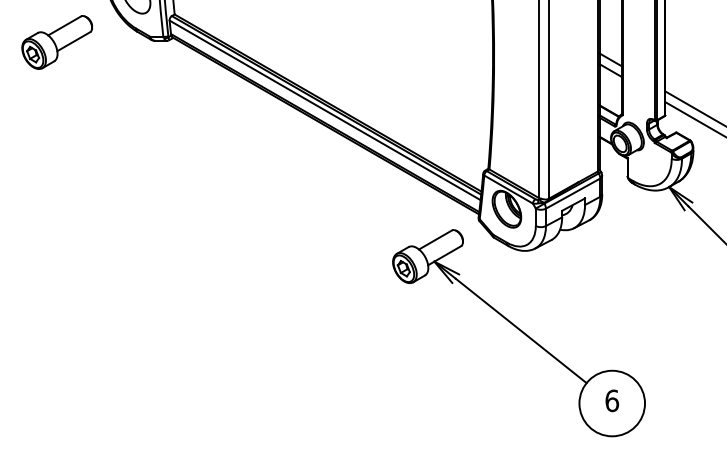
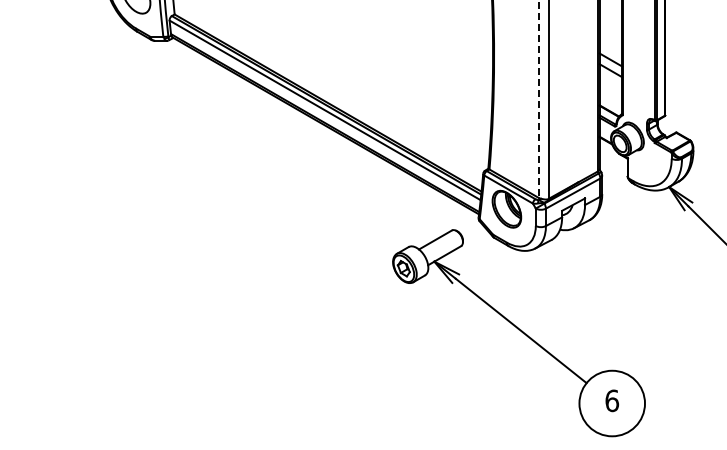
part at (57, 42): present -> none
line at (538, 99): solid -> dashed
line at (694, 108): present -> none
line at (694, 118): present -> none
